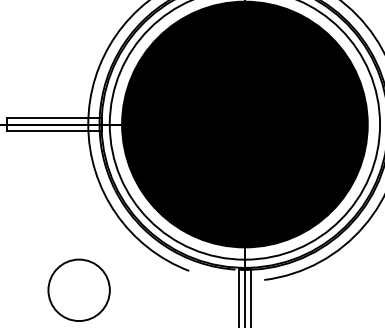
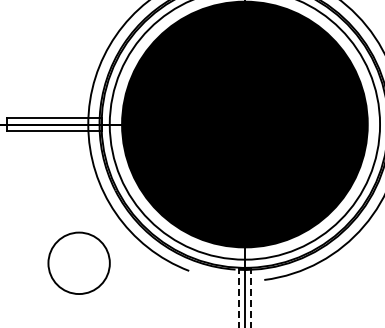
circle at (78, 289) position: (78, 289) -> (78, 262)
line at (238, 297): solid -> dashed
line at (251, 297): solid -> dashed
